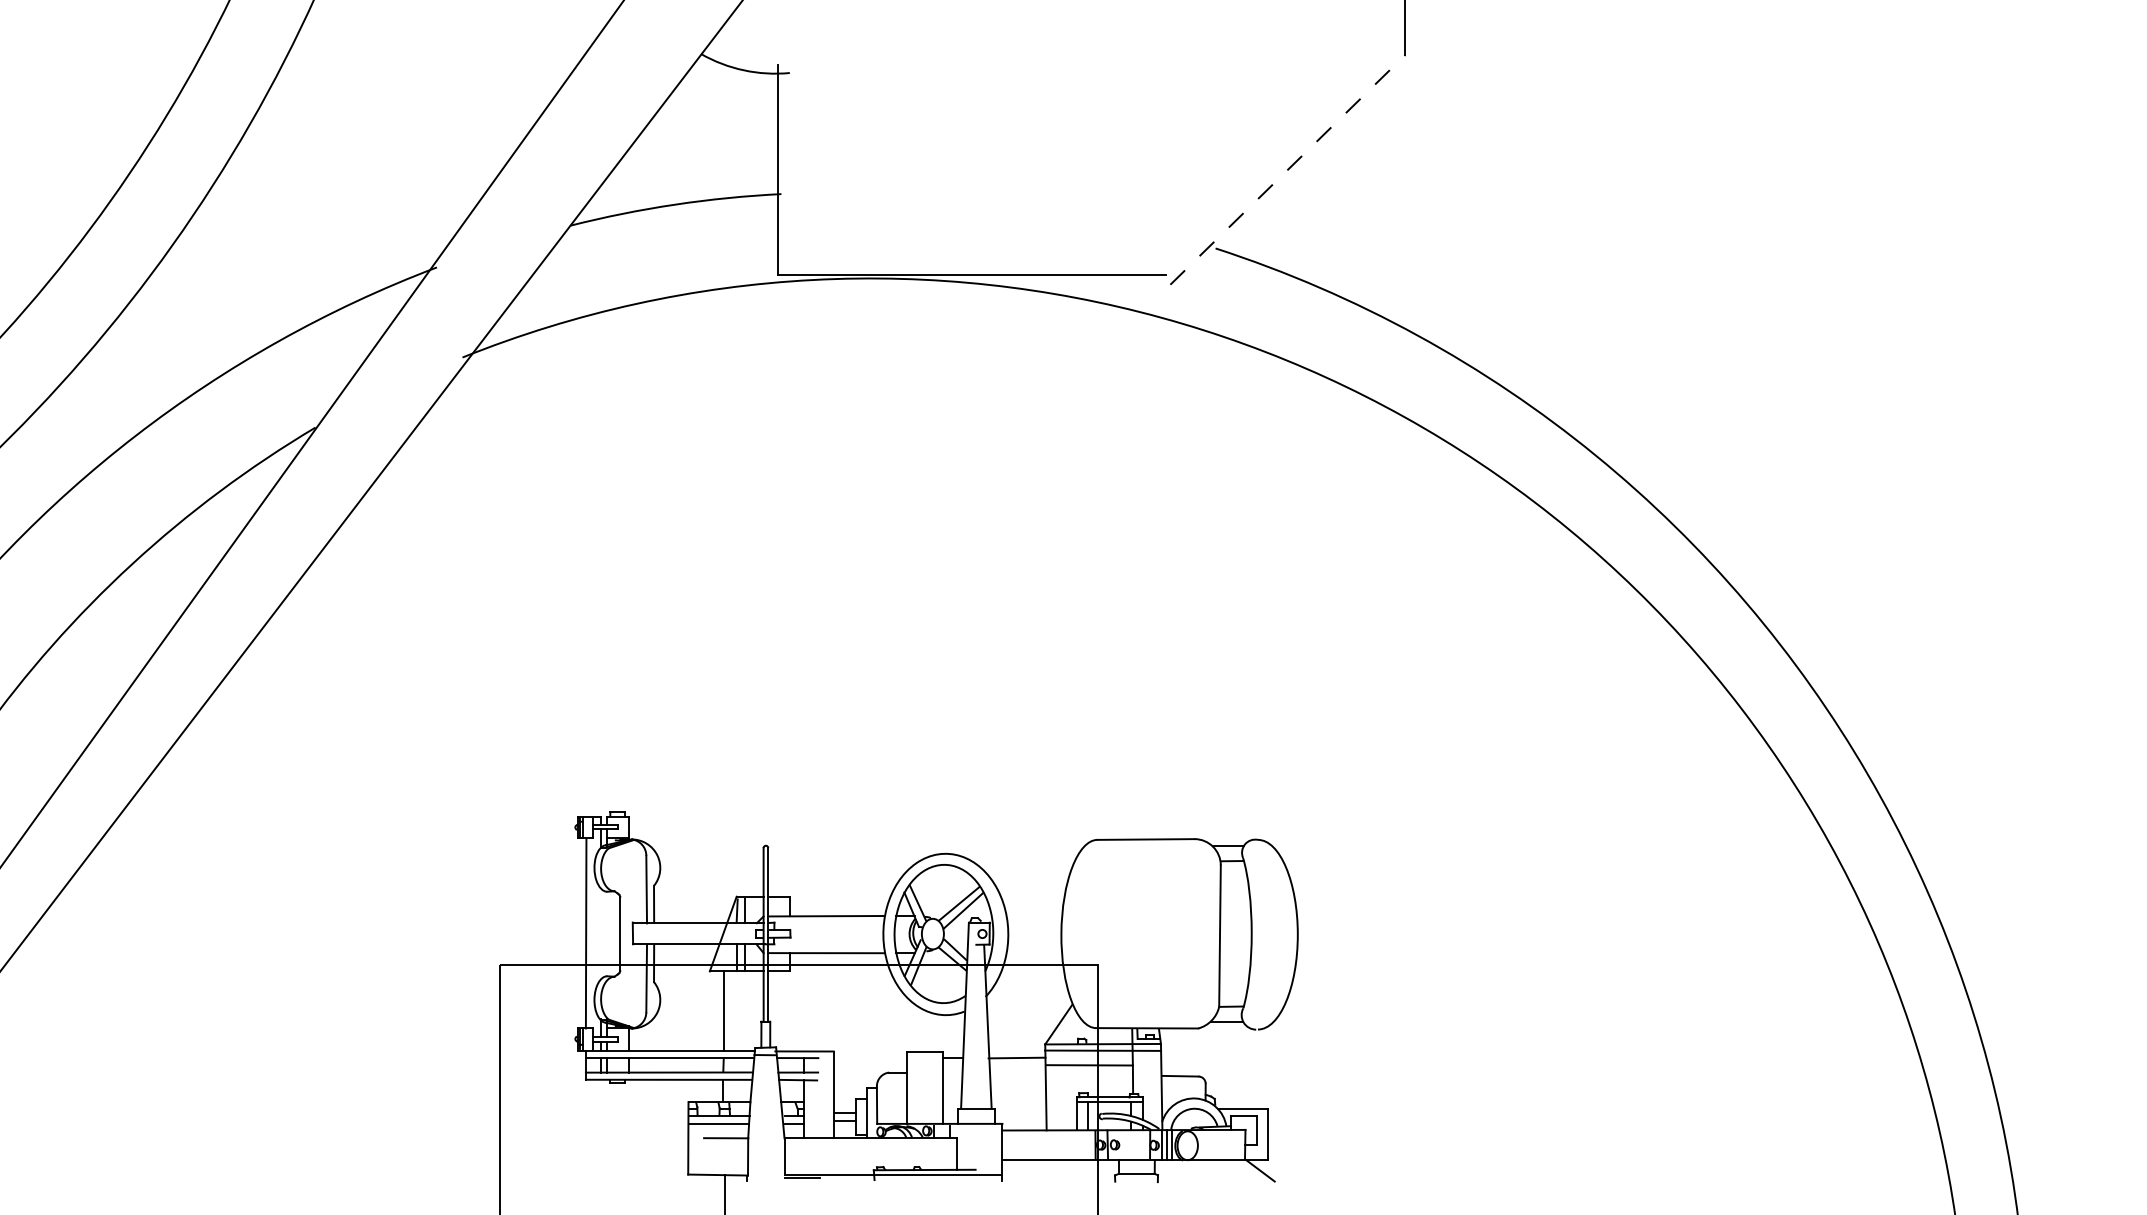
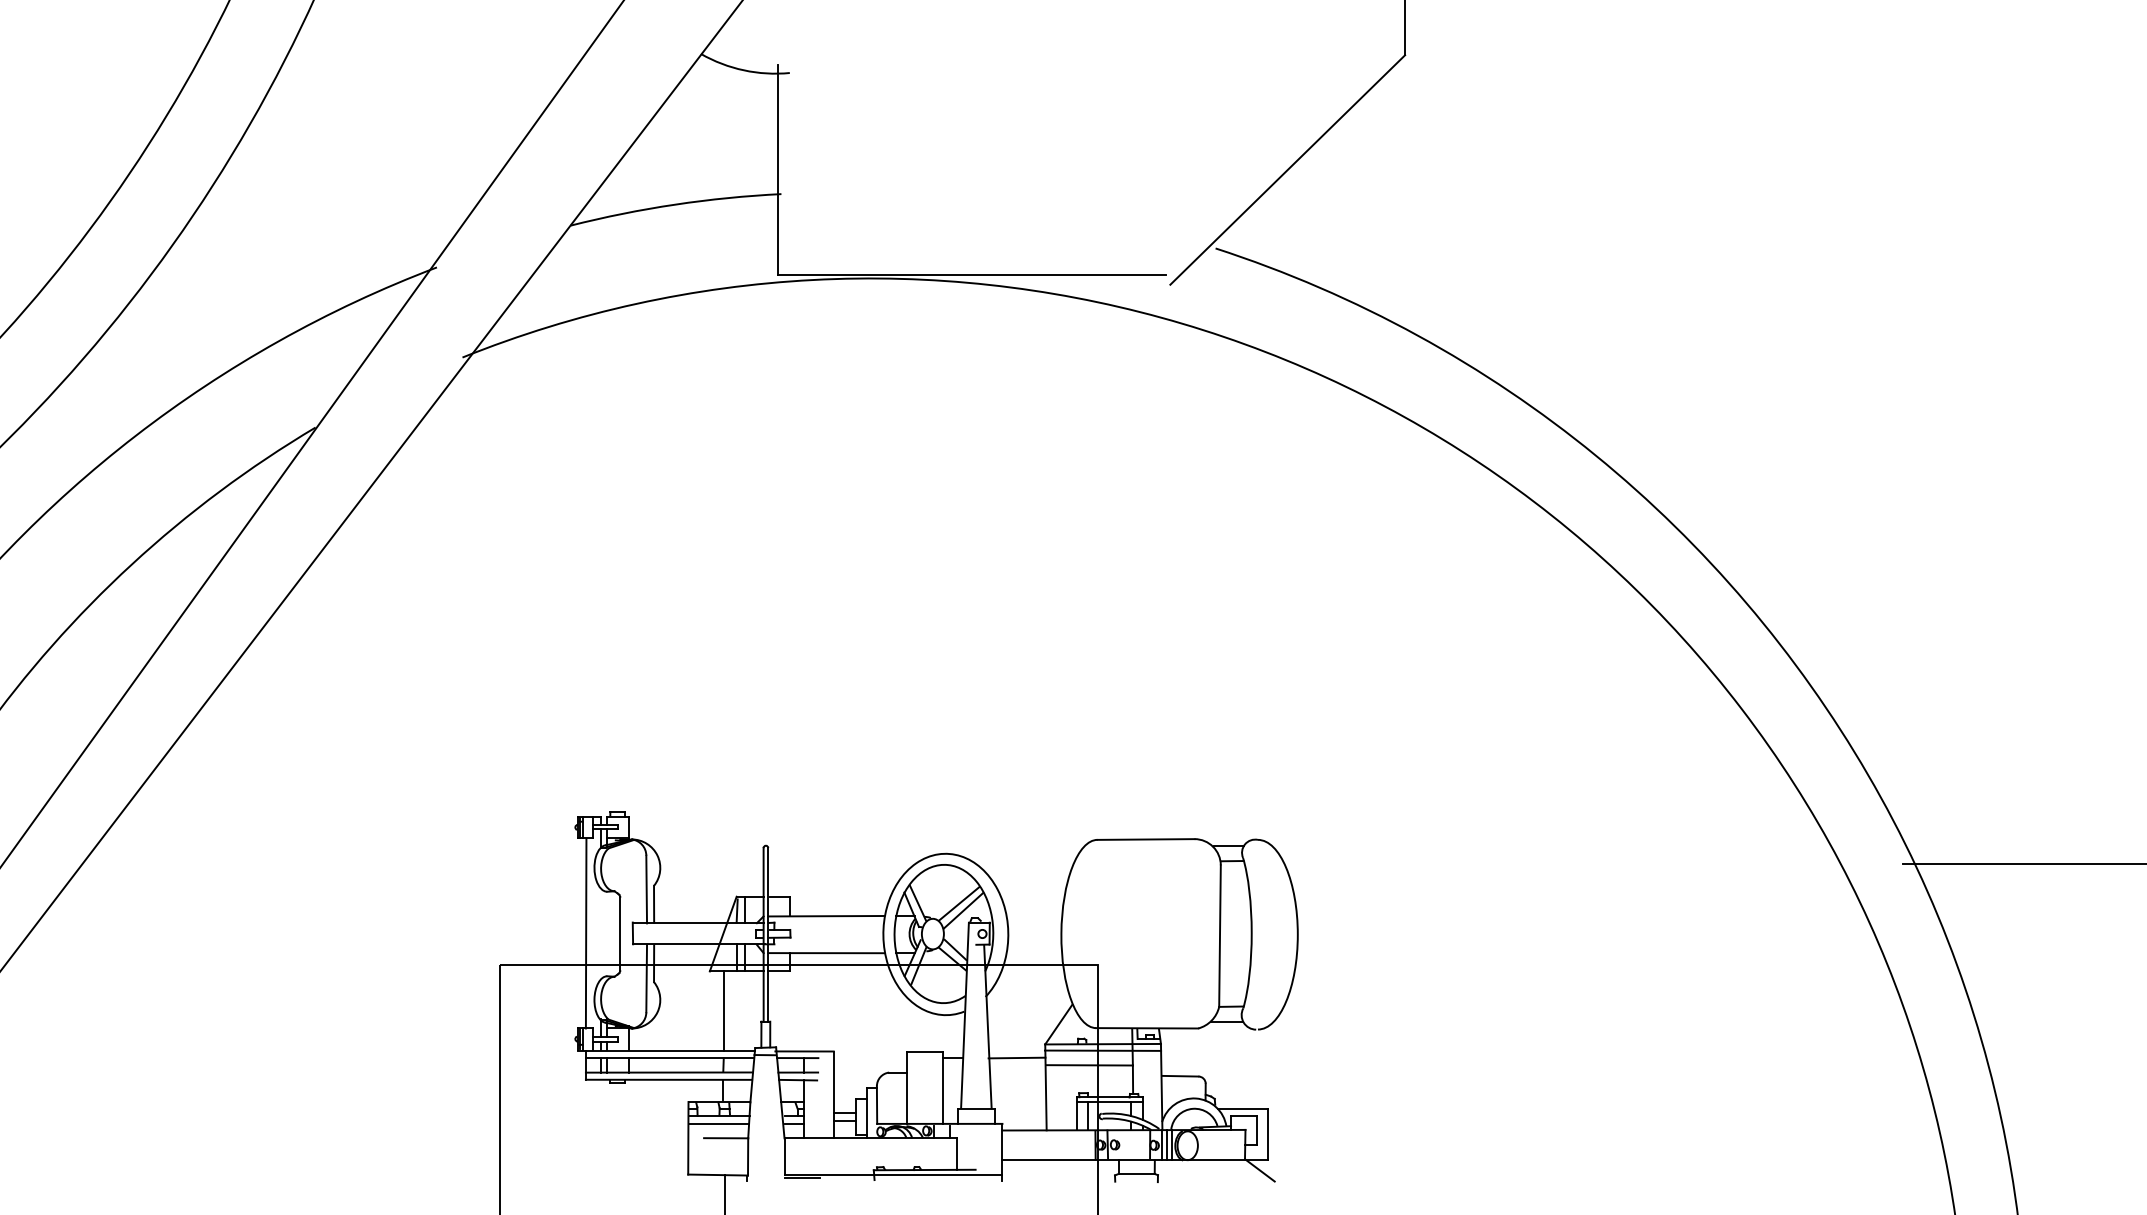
line at (1288, 169): dashed -> solid
line at (2022, 863): none -> present
